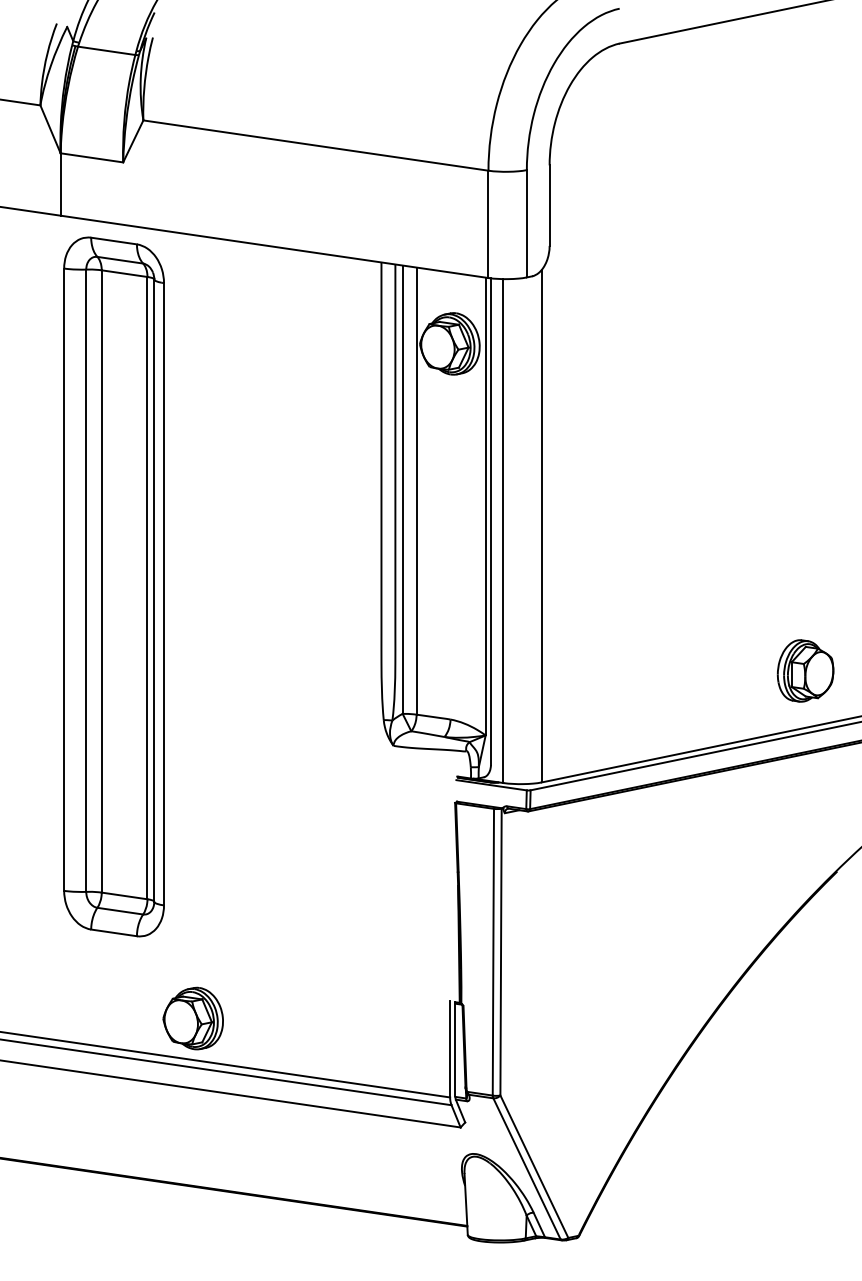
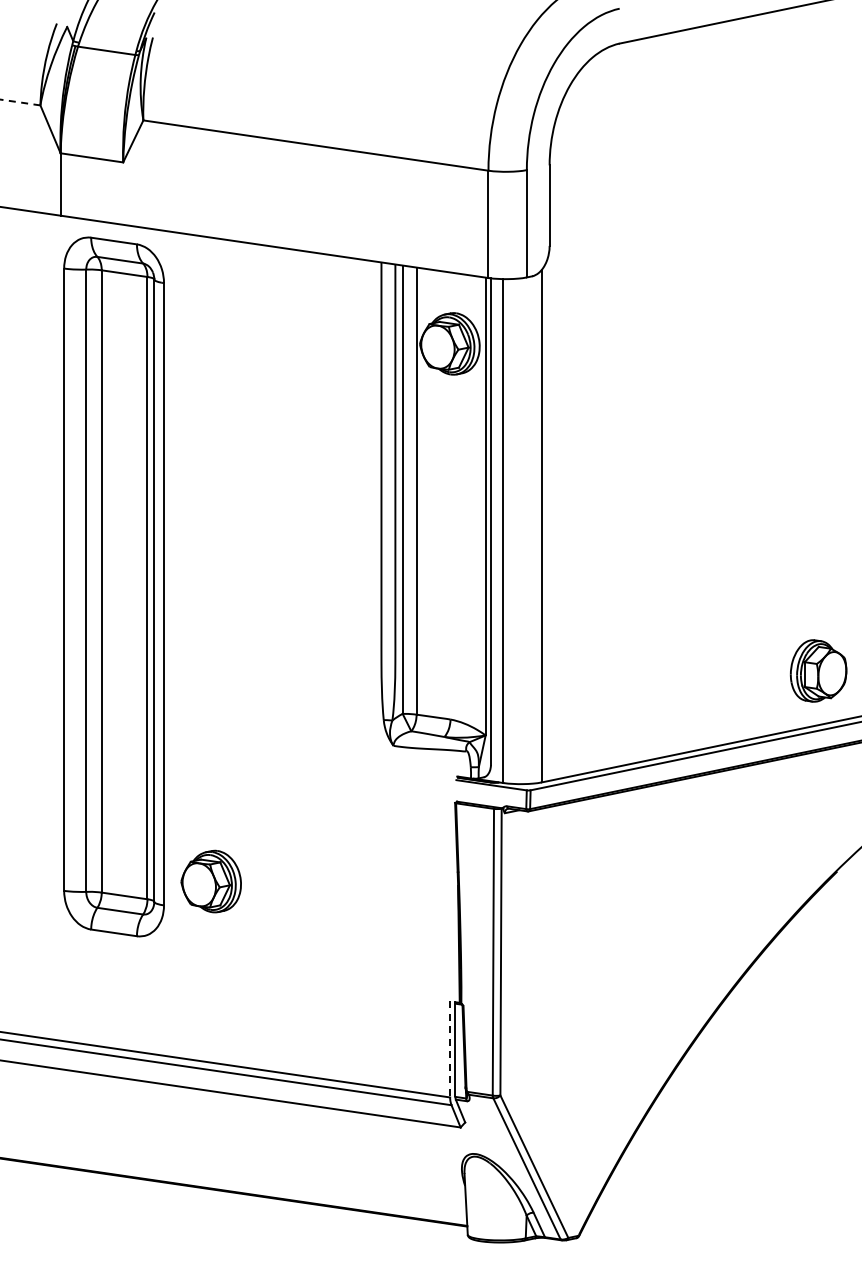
line at (20, 102): solid -> dashed
part at (805, 670) position: (805, 670) -> (818, 670)
part at (192, 1018) position: (192, 1018) -> (210, 881)
line at (450, 1049): solid -> dashed
